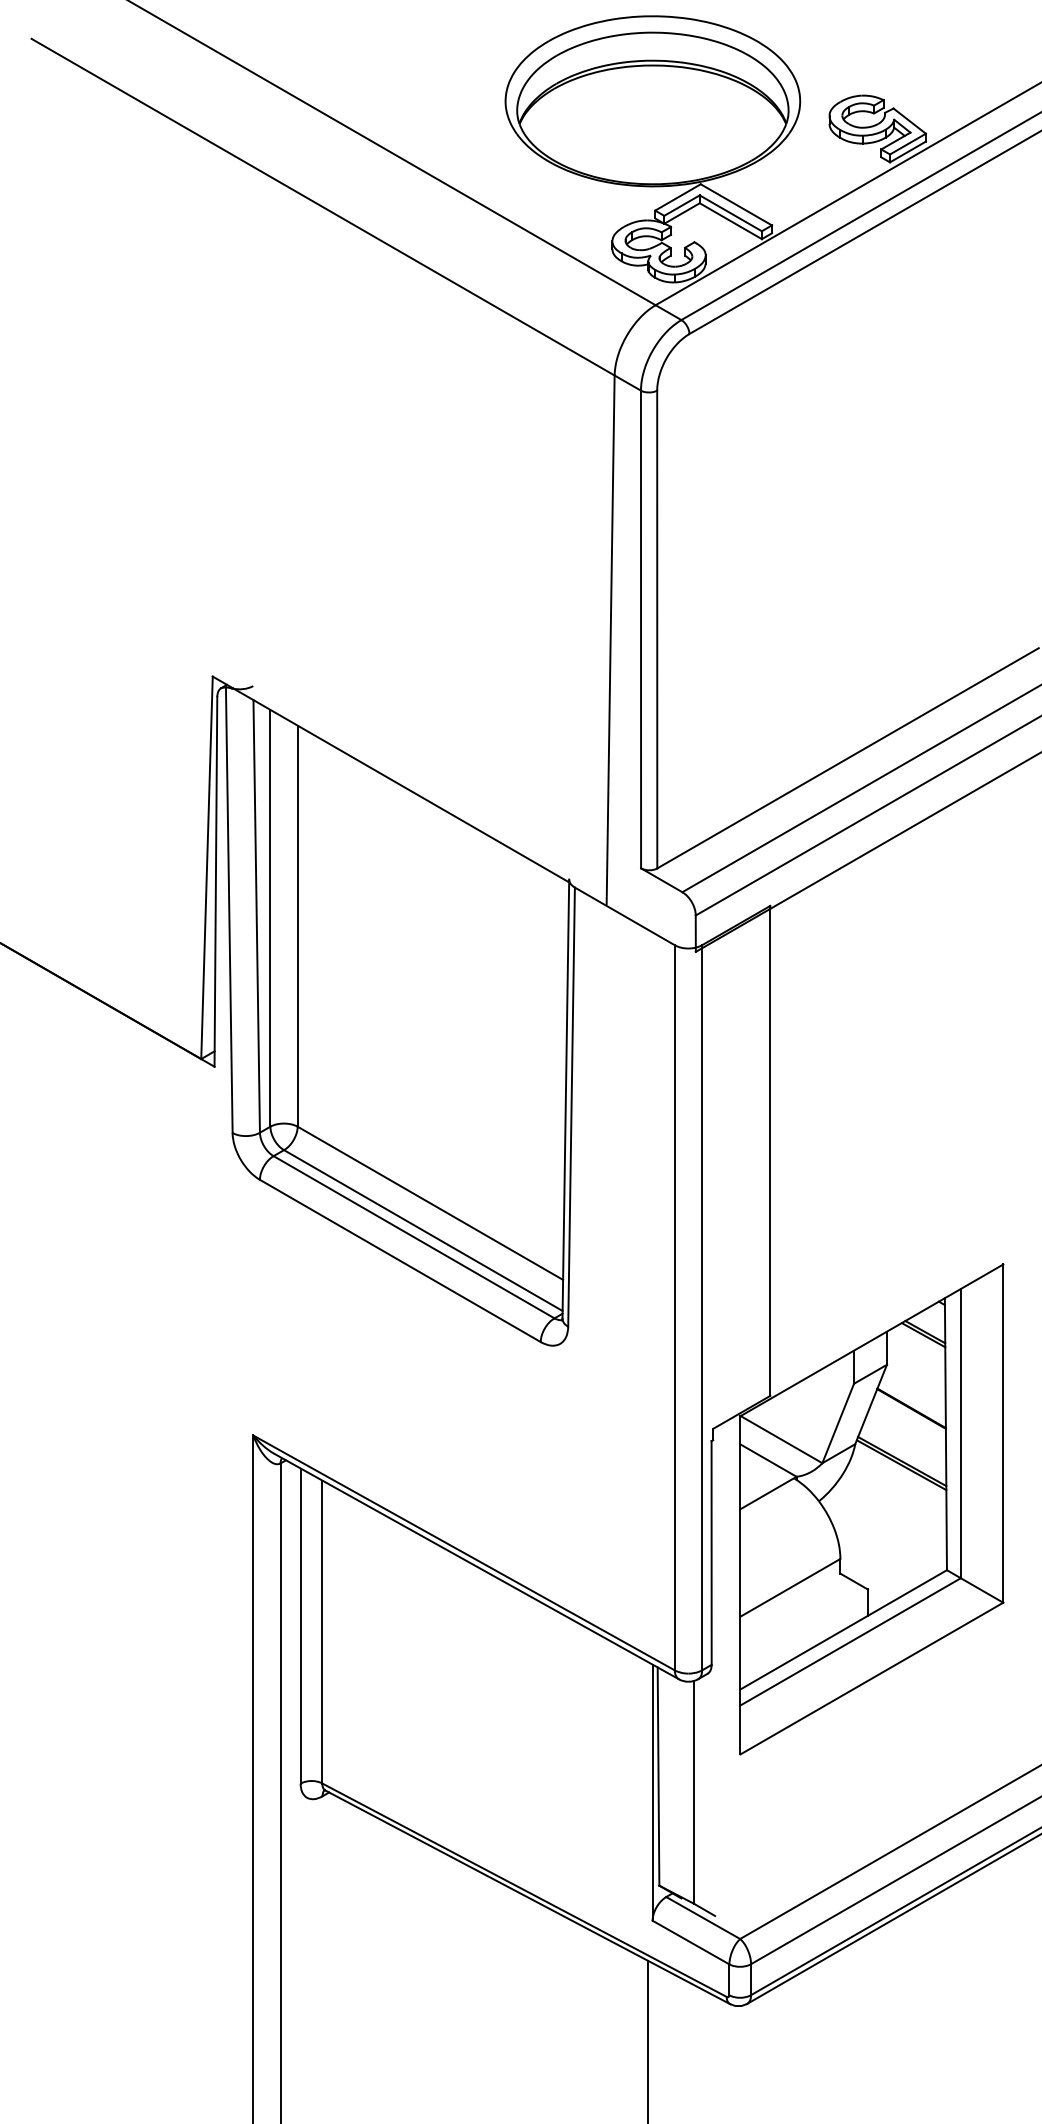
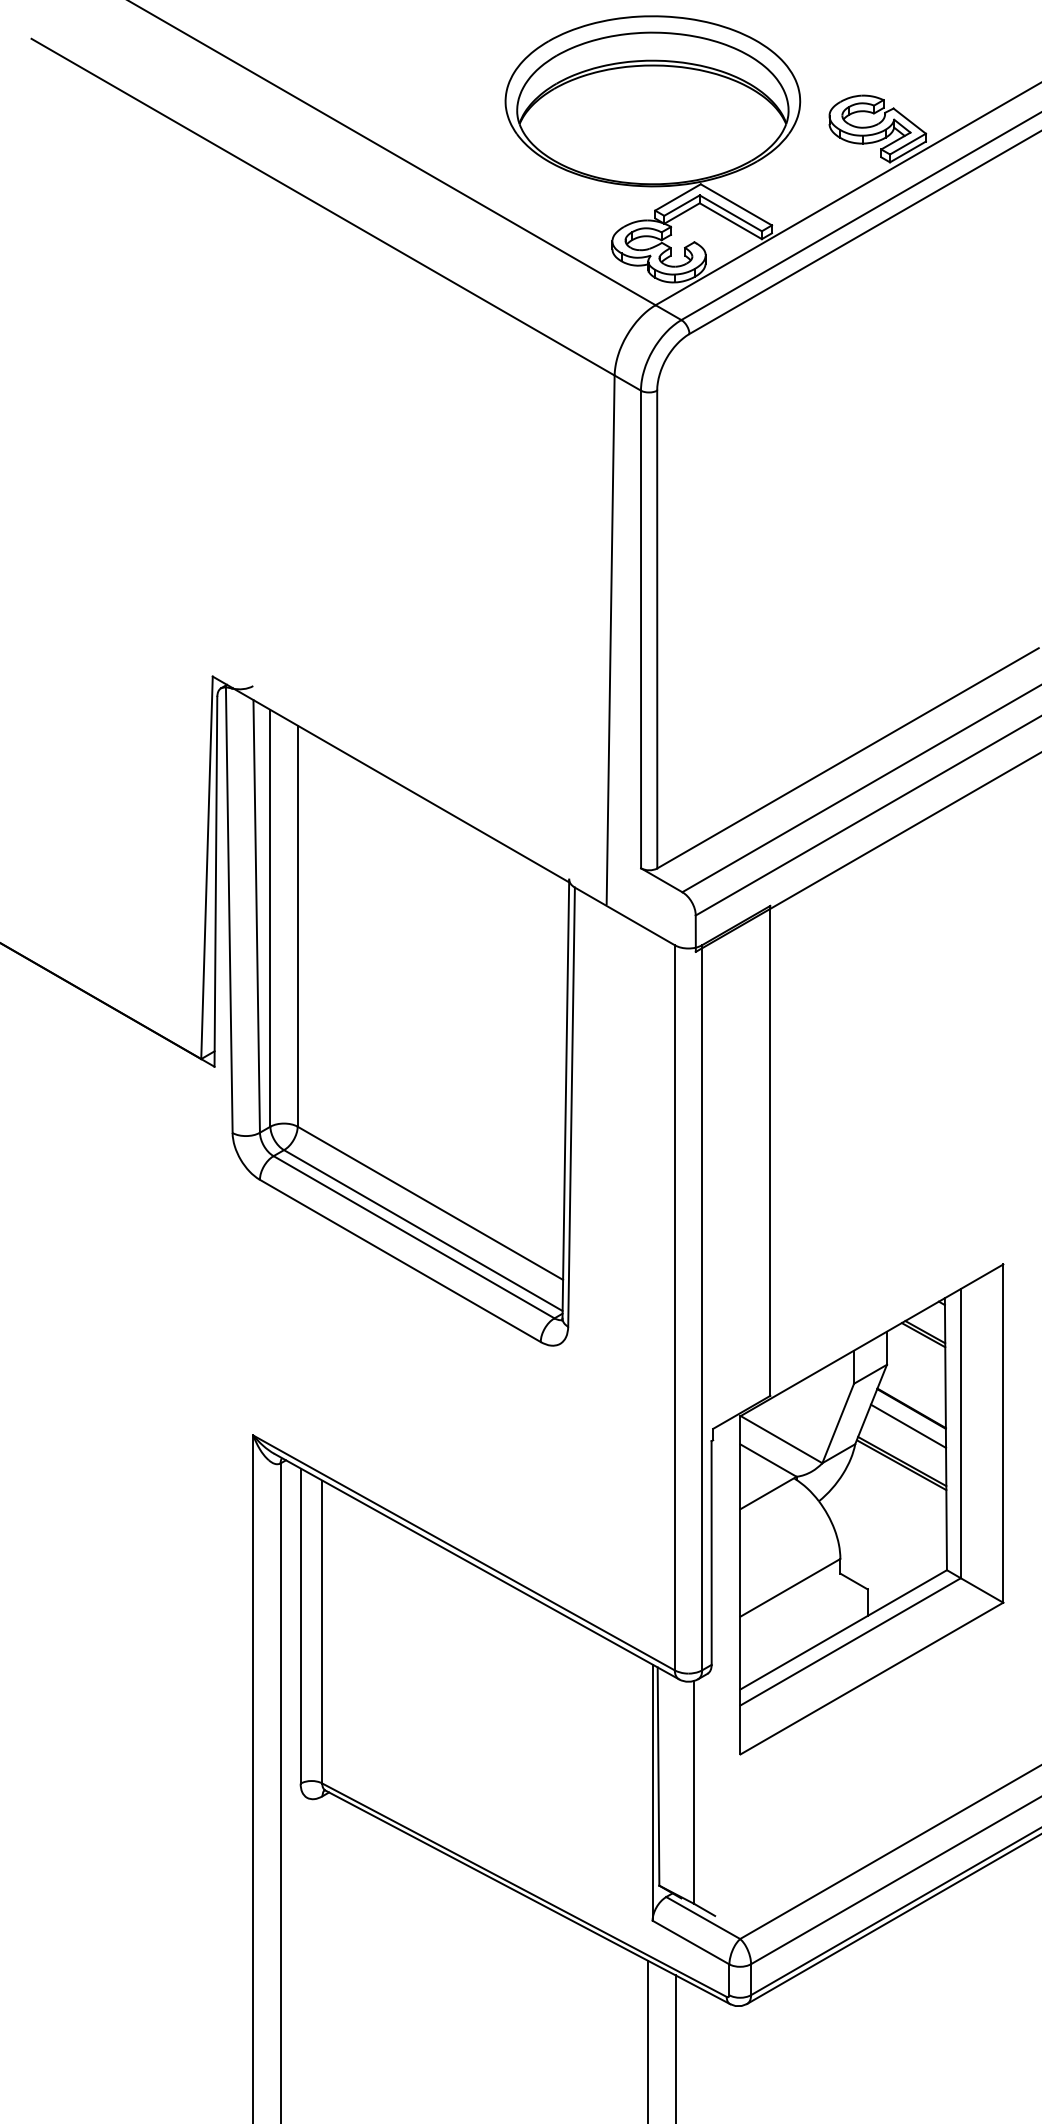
line at (908, 1425): none -> present
line at (675, 2047): none -> present
